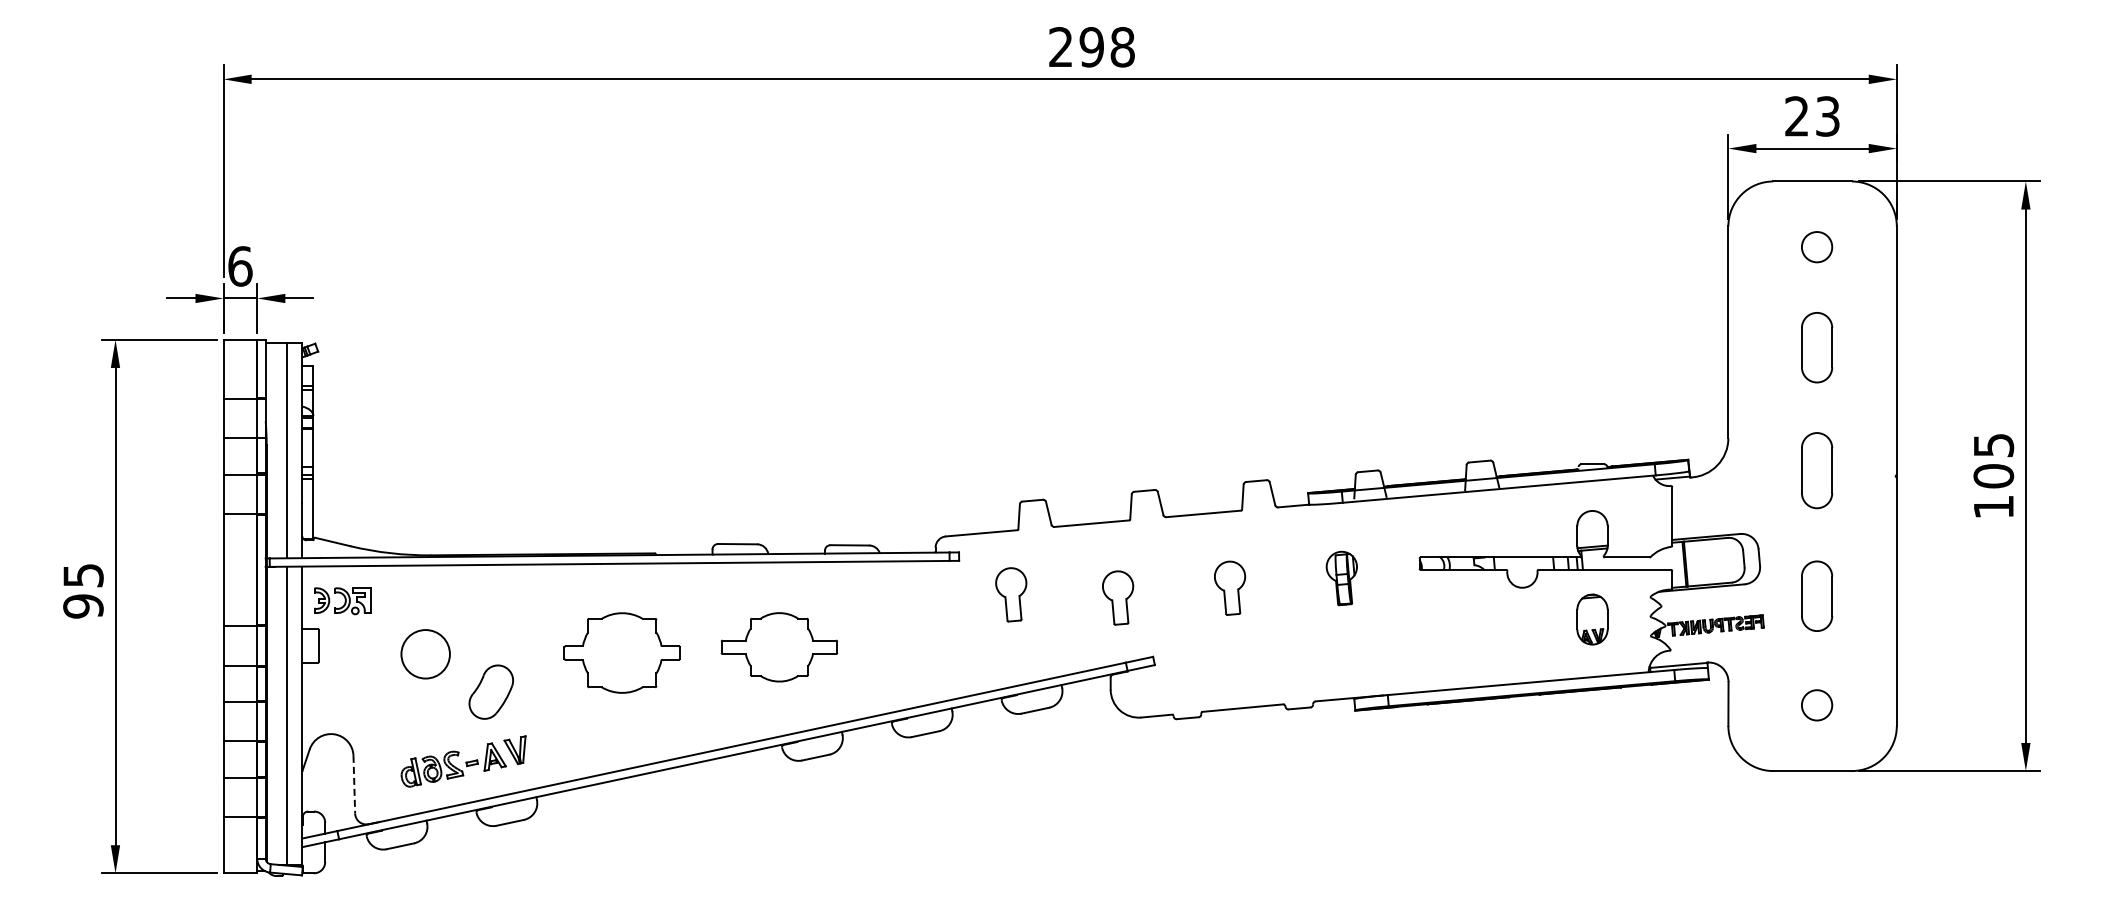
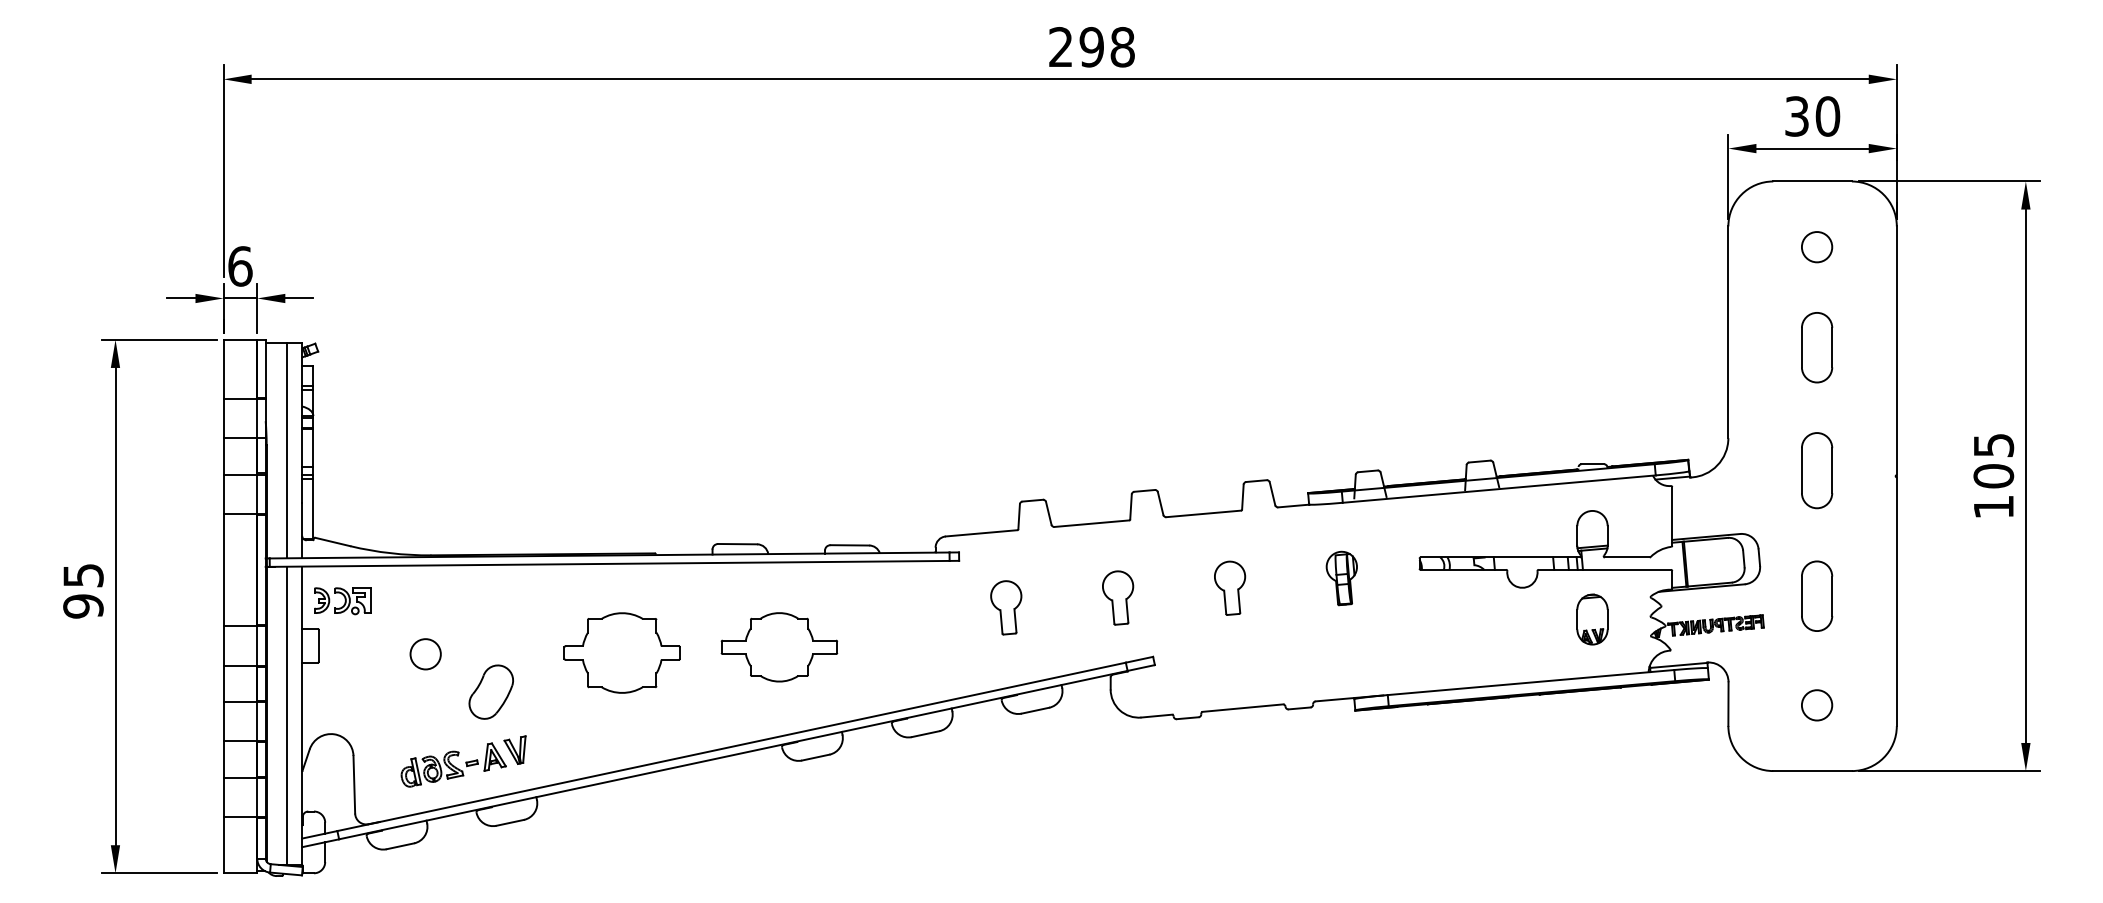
text at (1812, 116): 23 -> 30
part at (1011, 594) position: (1011, 594) -> (1006, 607)
circle at (425, 654) diameter: 49 px -> 30 px
line at (354, 784): dashed -> solid
